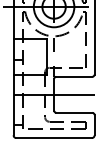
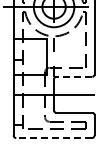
line at (73, 76): solid -> dashed
line at (54, 138): solid -> dashed
